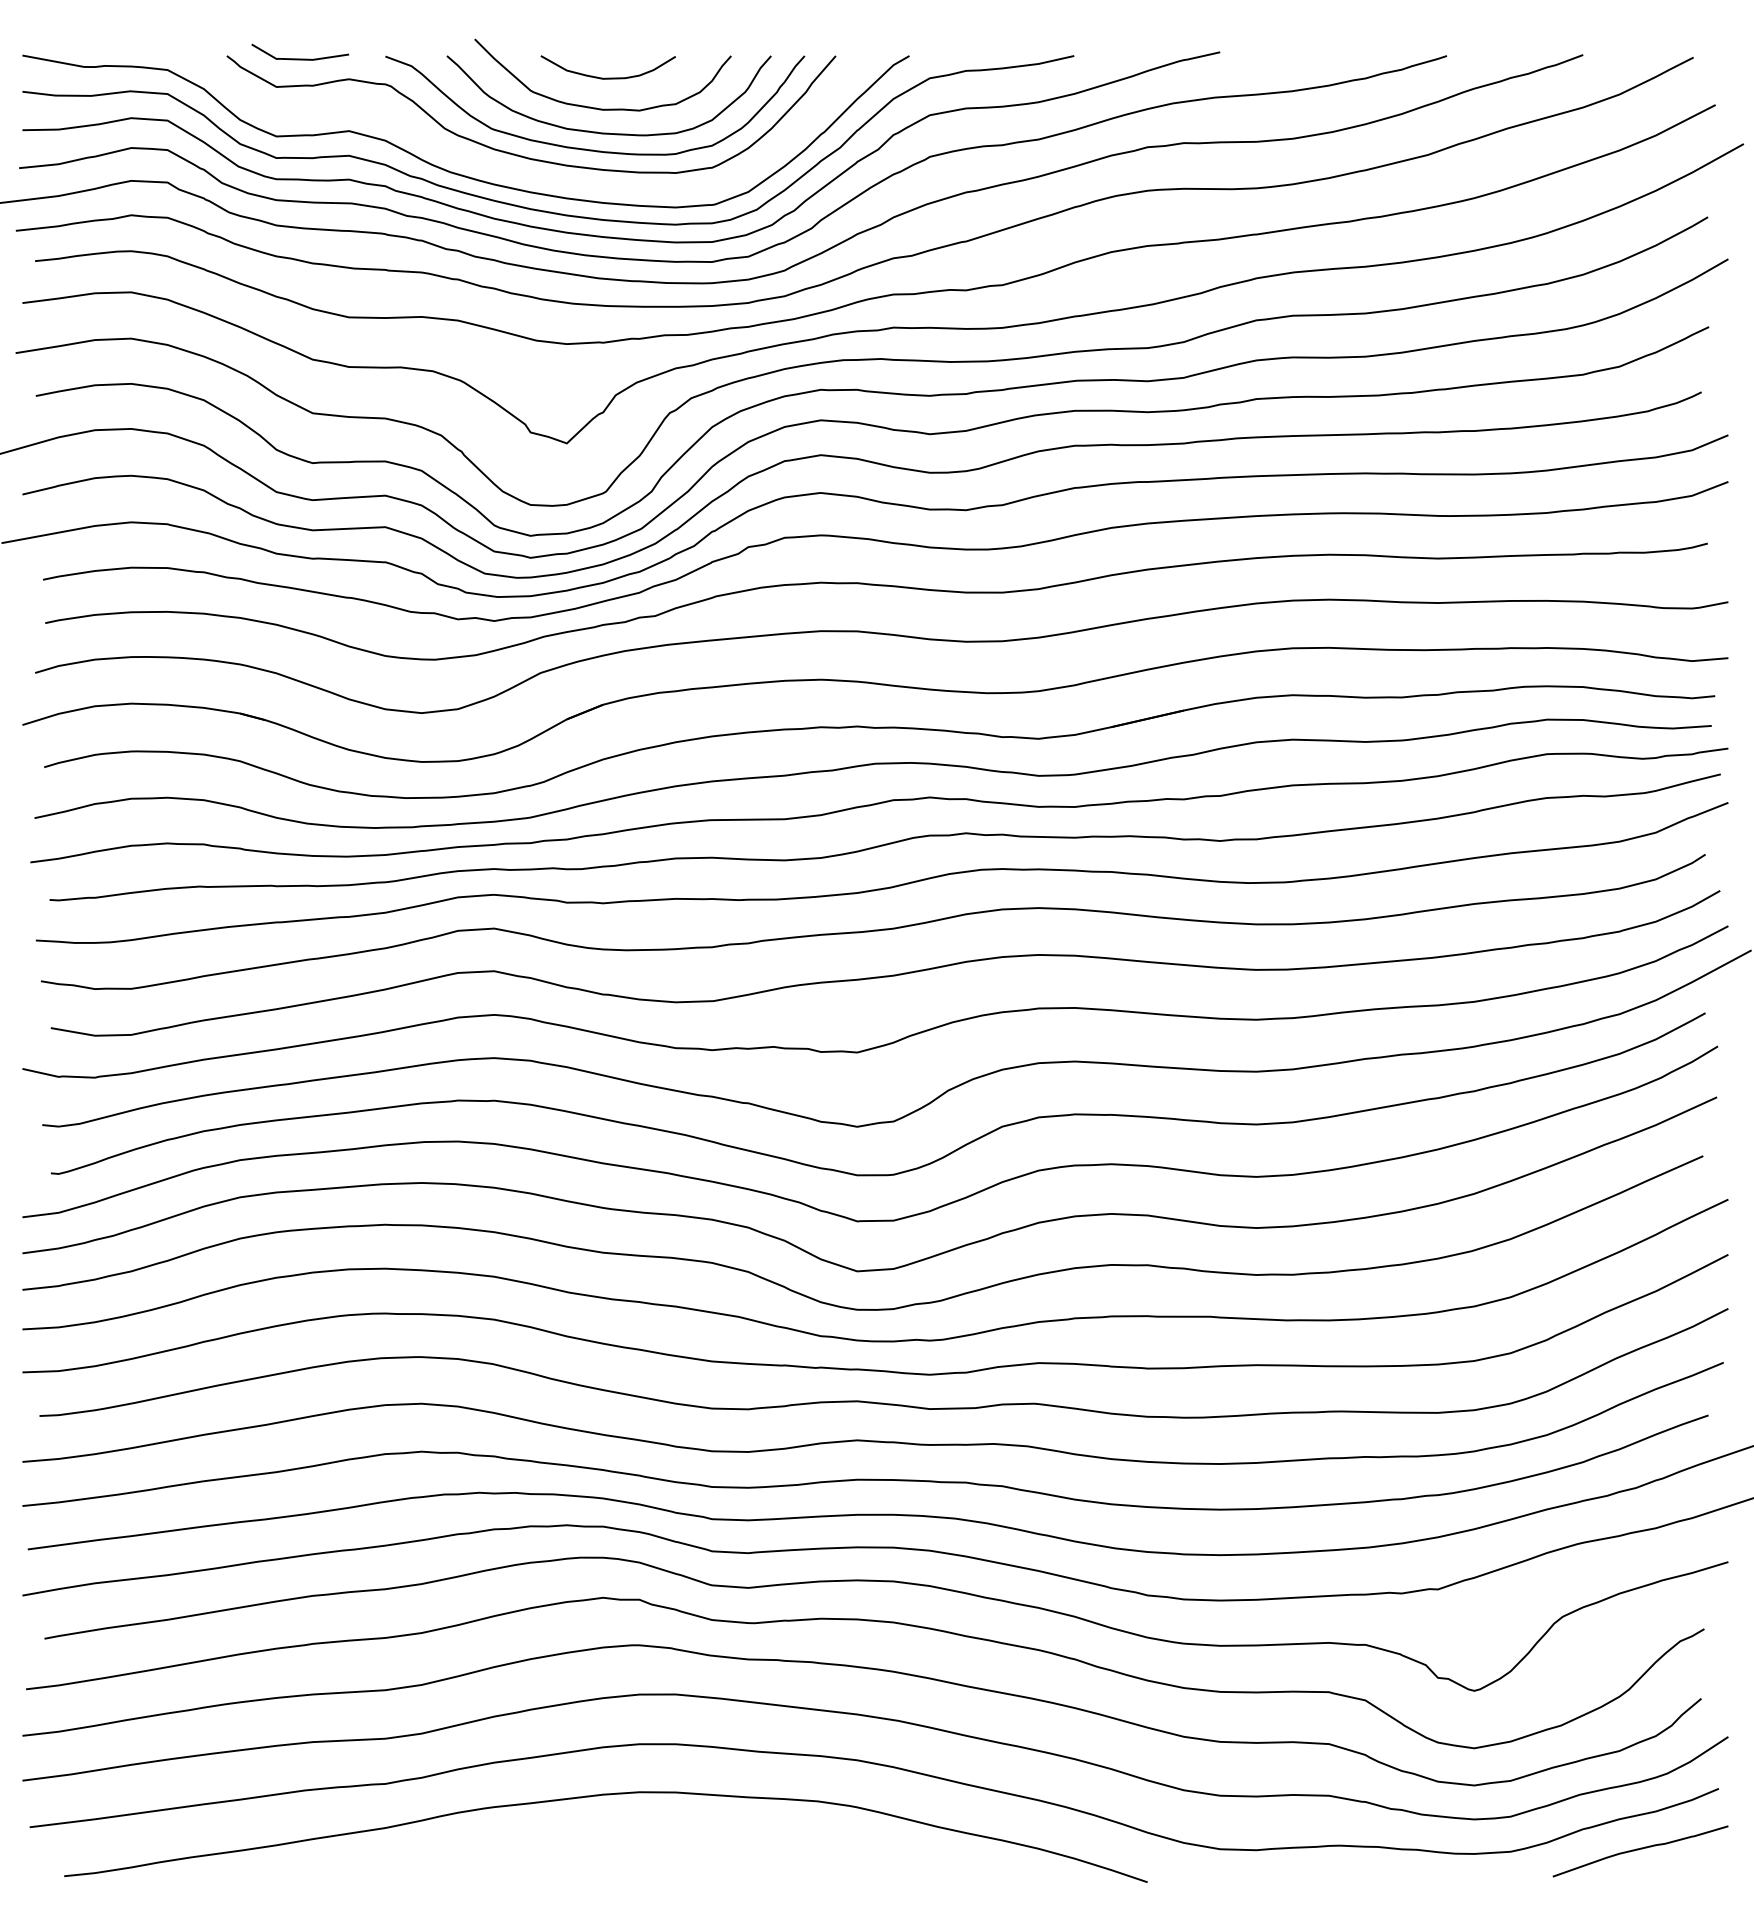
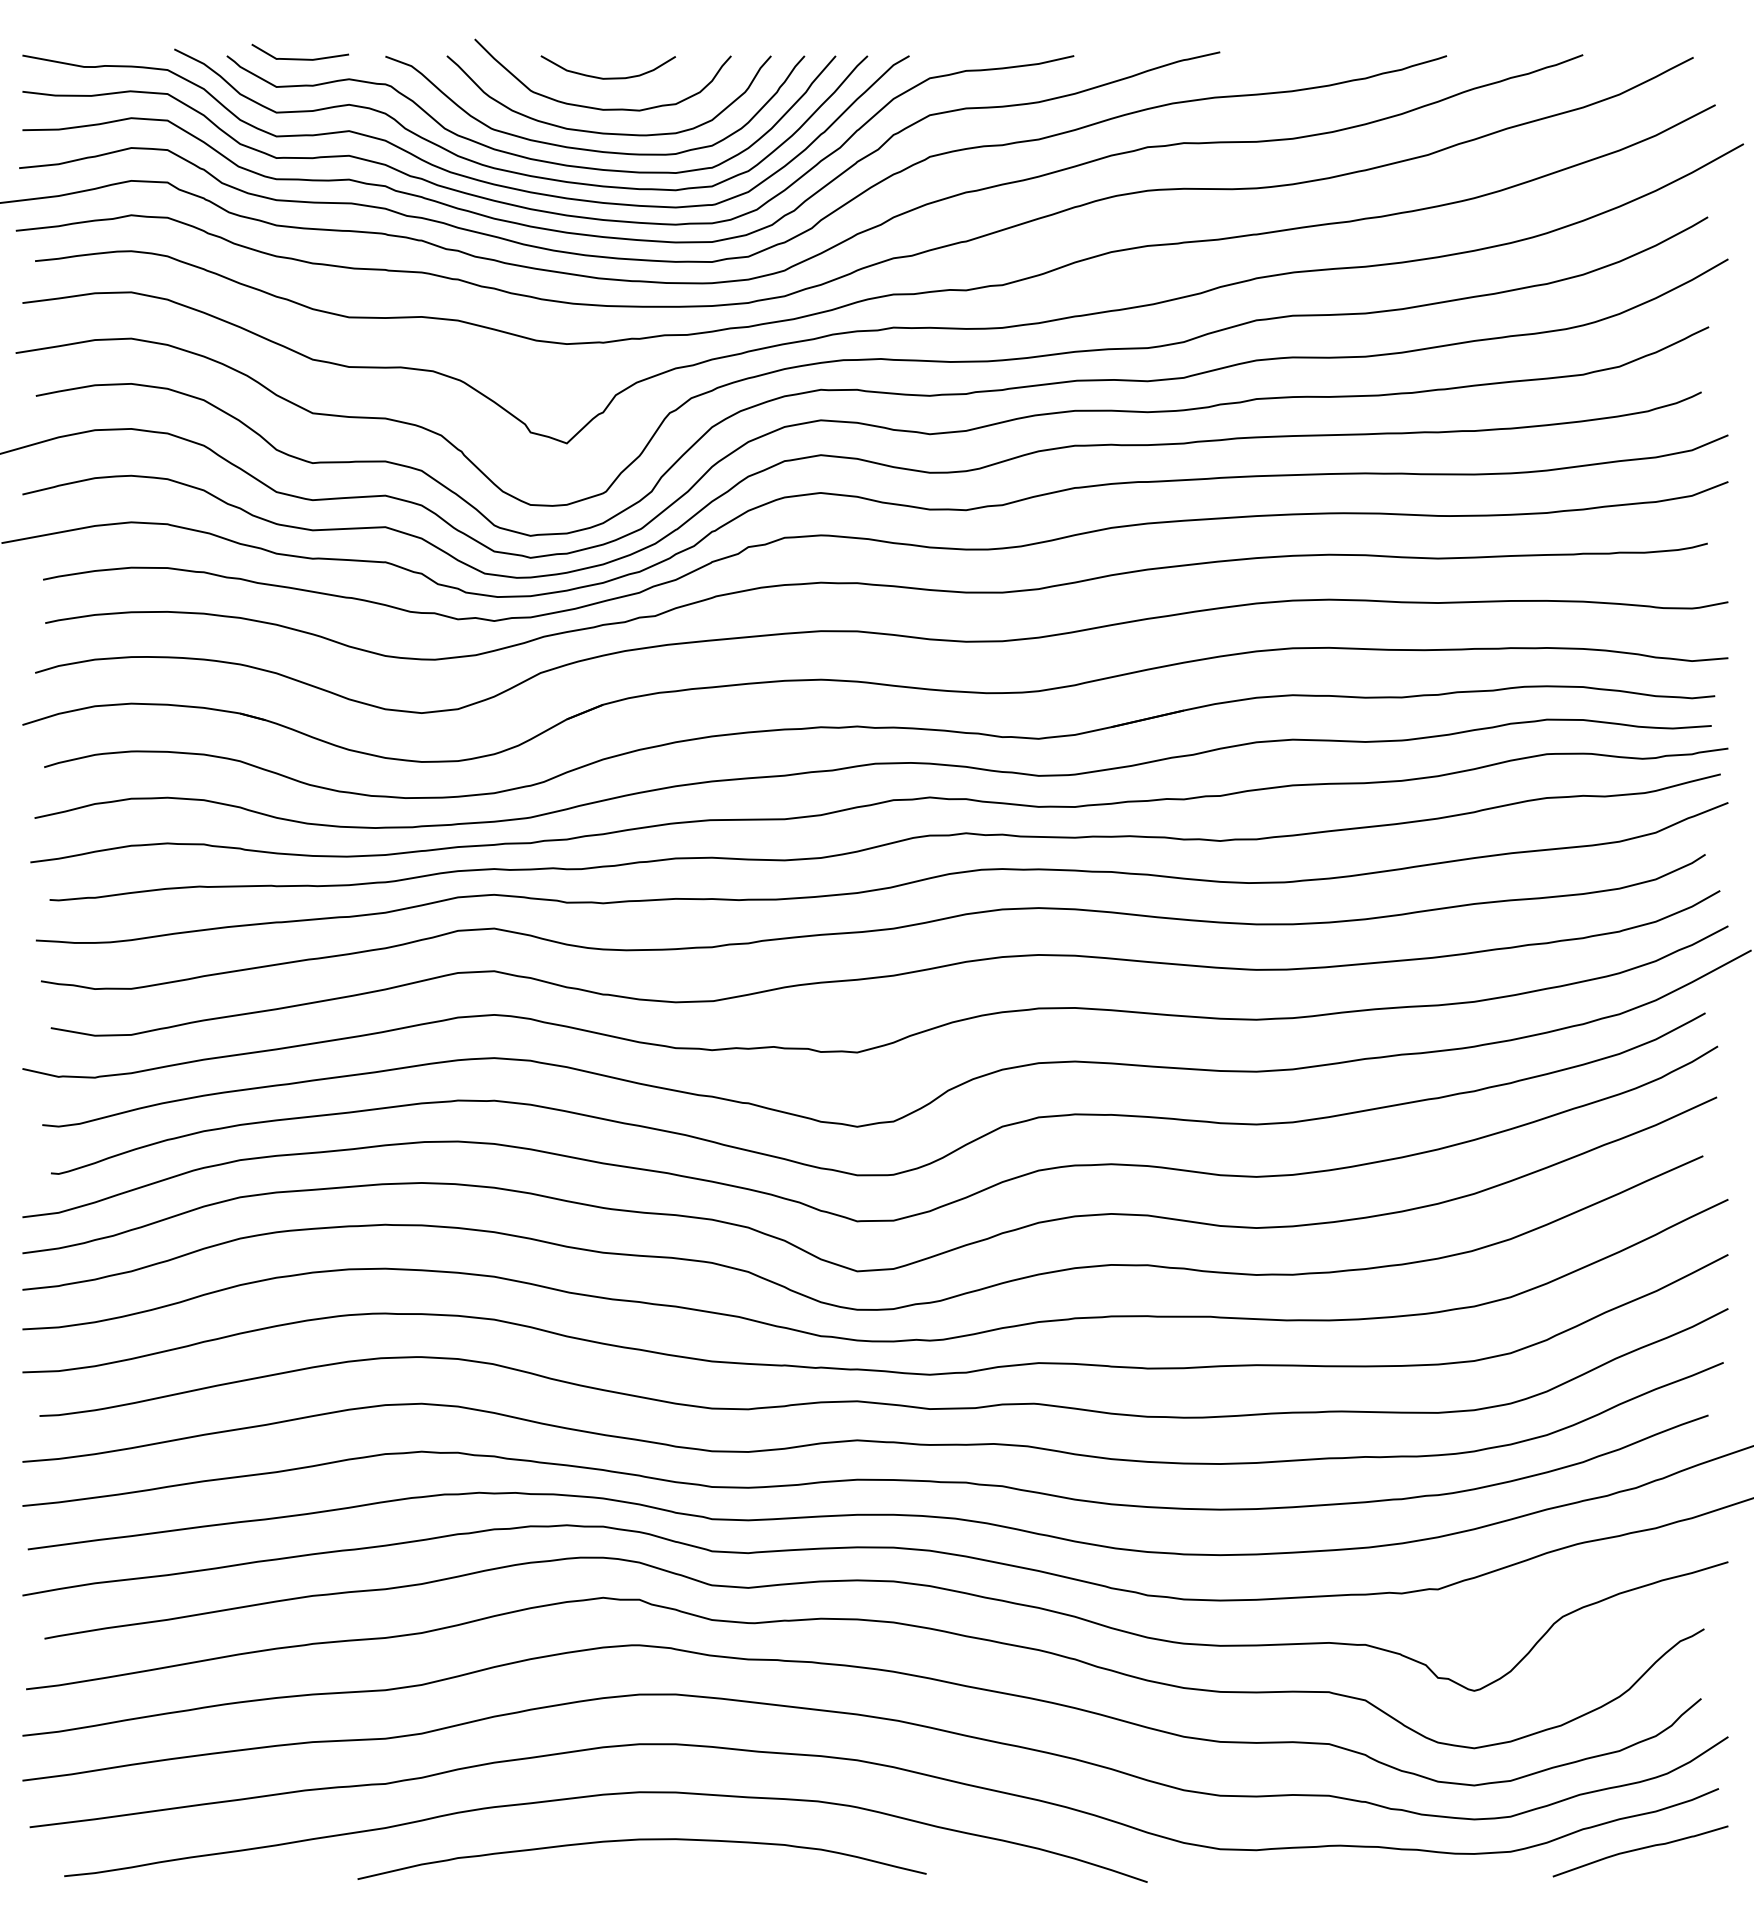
curve at (510, 170): none -> present
curve at (641, 1840): none -> present
